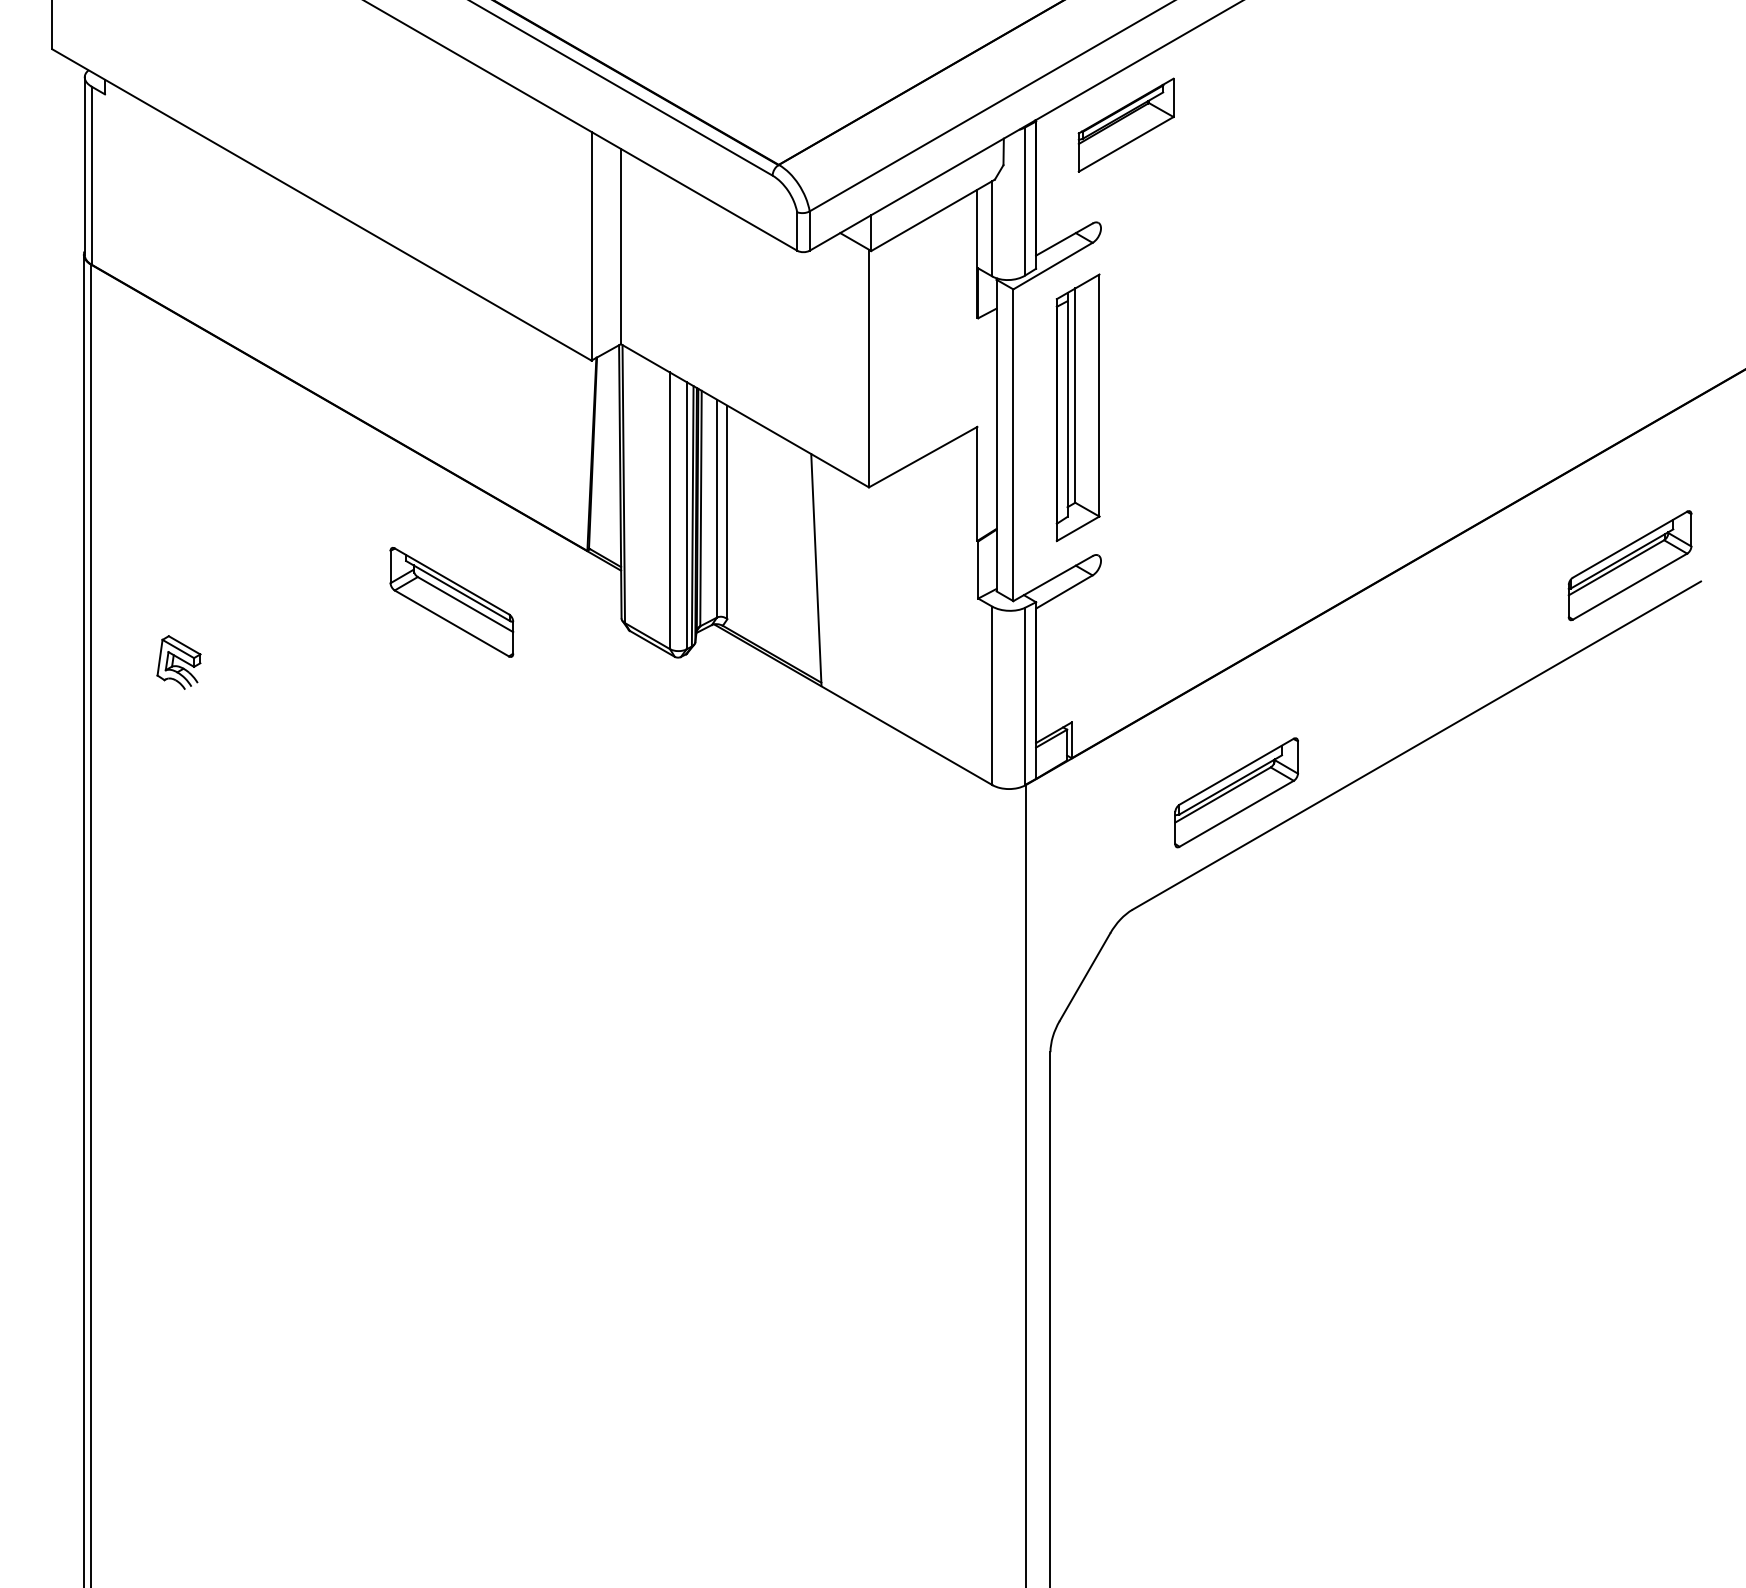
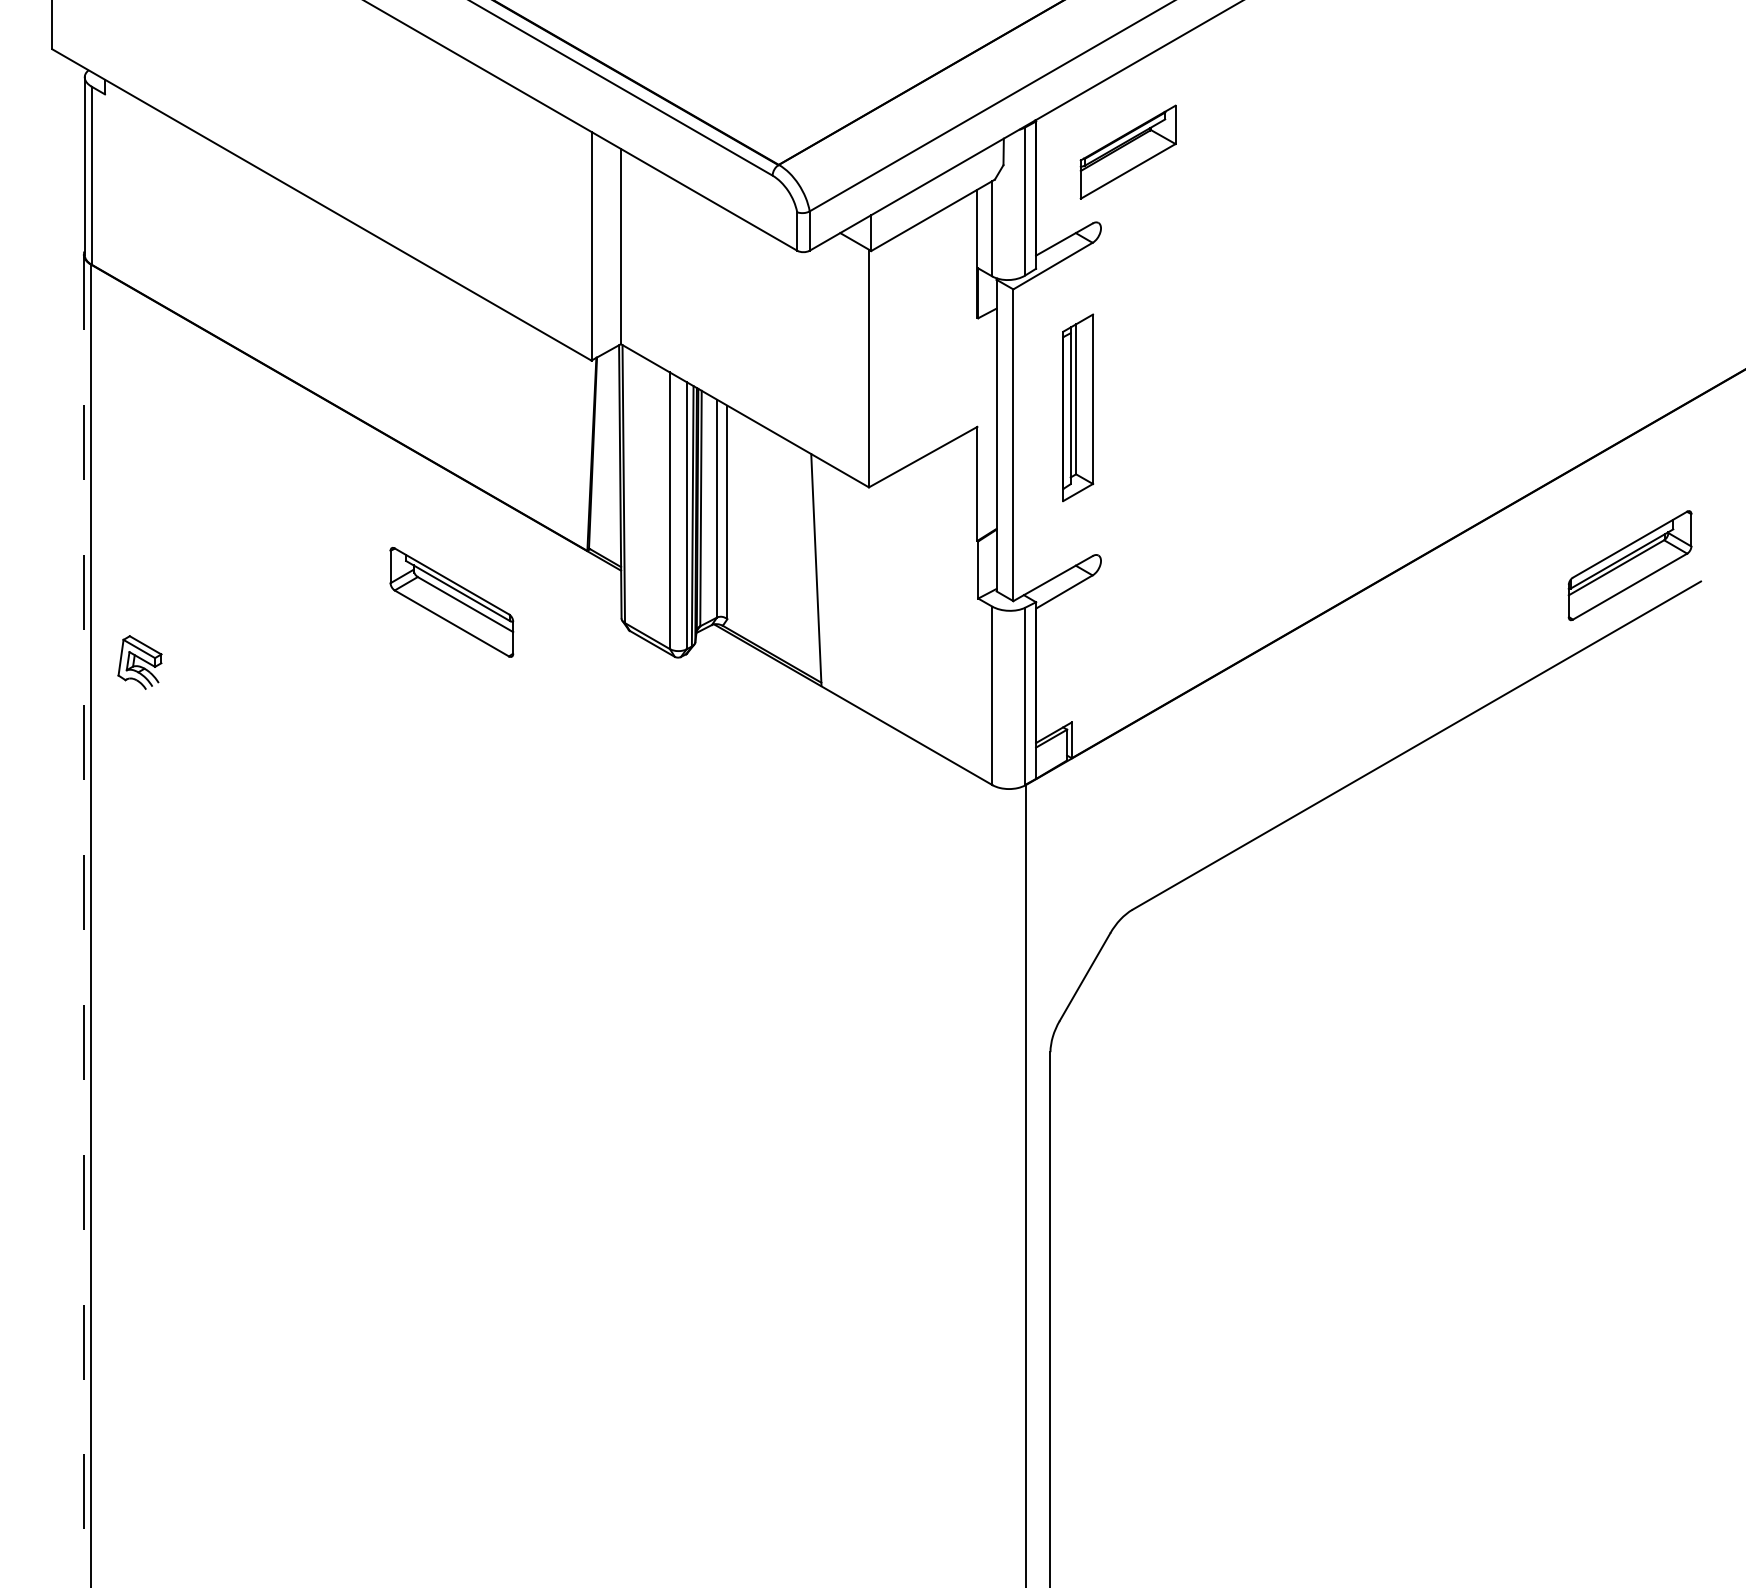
part at (1125, 124) position: (1125, 124) -> (1127, 151)
part at (1077, 407) size: 46x270 px -> 33x190 px
part at (178, 662) position: (178, 662) -> (139, 662)
part at (1236, 792): present -> none
line at (83, 921): solid -> dashed
